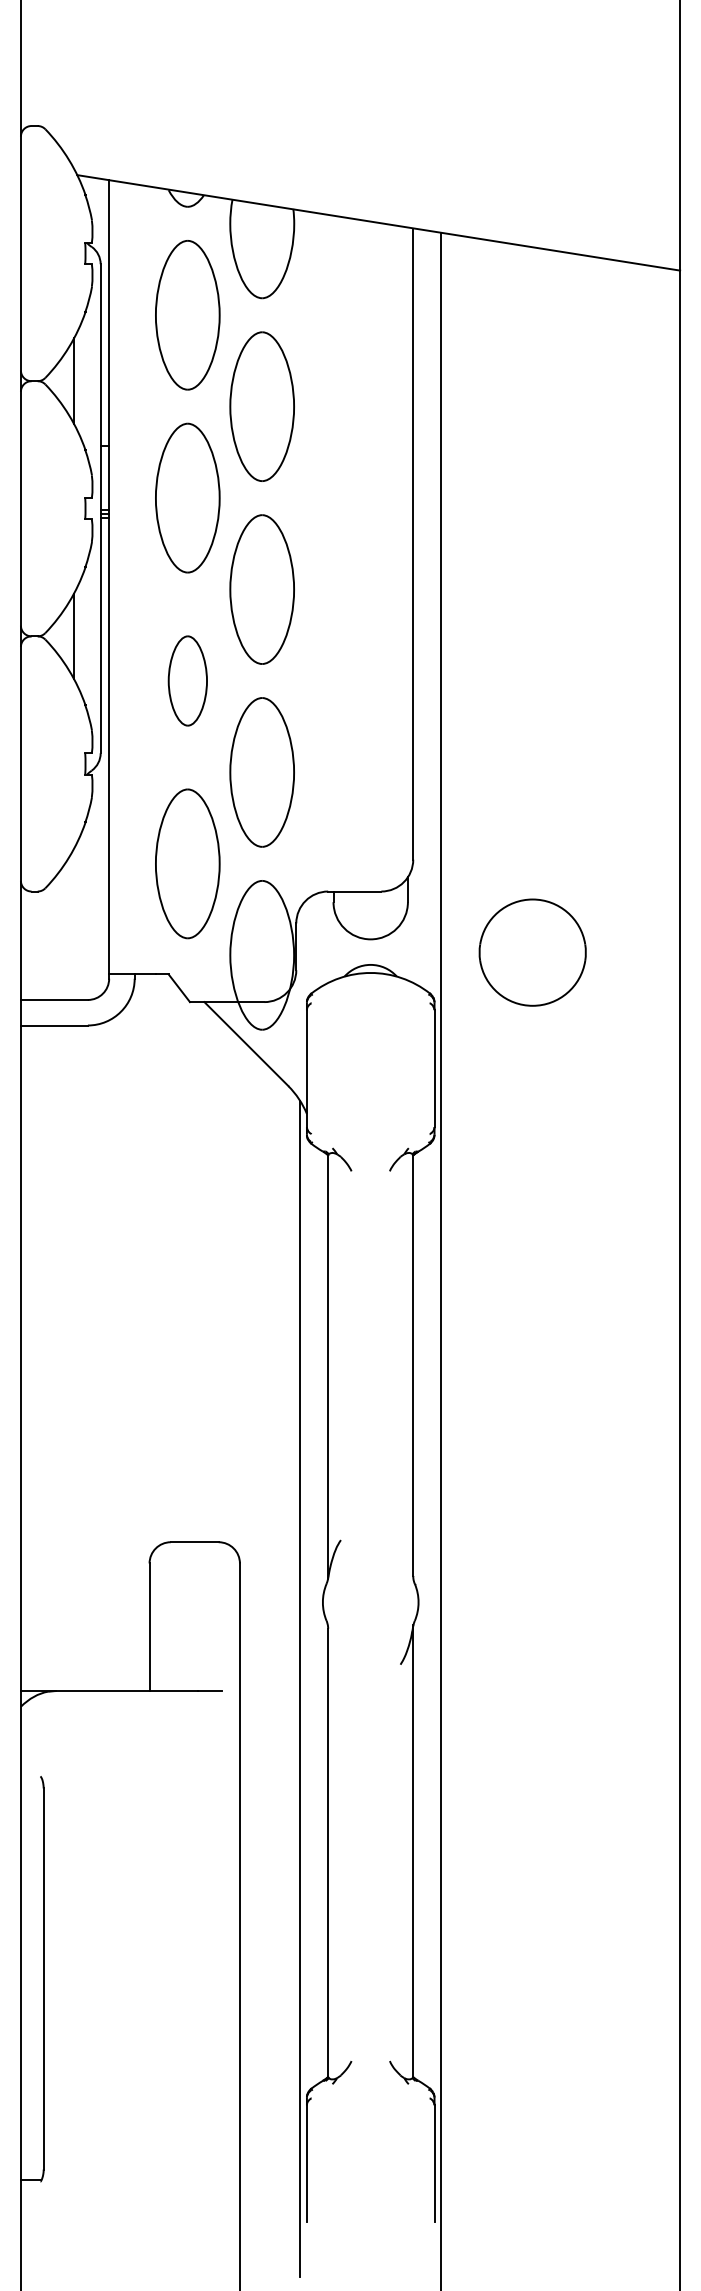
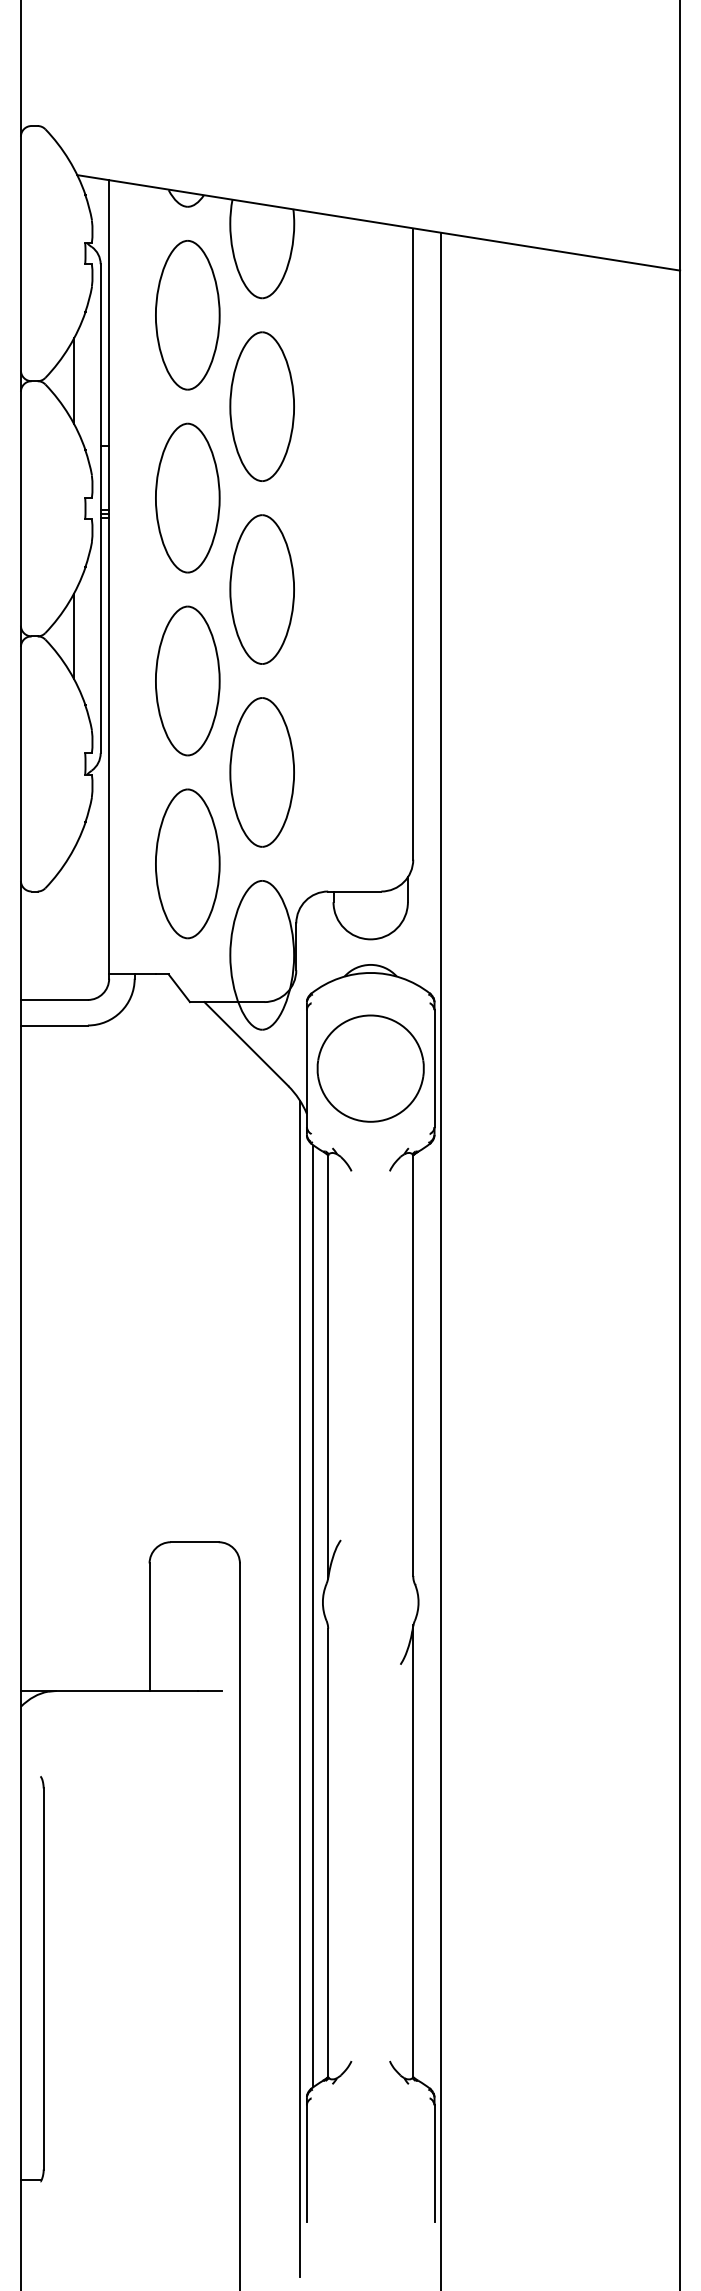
part at (187, 680) size: 41x92 px -> 66x152 px
part at (532, 952) position: (532, 952) -> (370, 1068)
line at (313, 1616): none -> present
